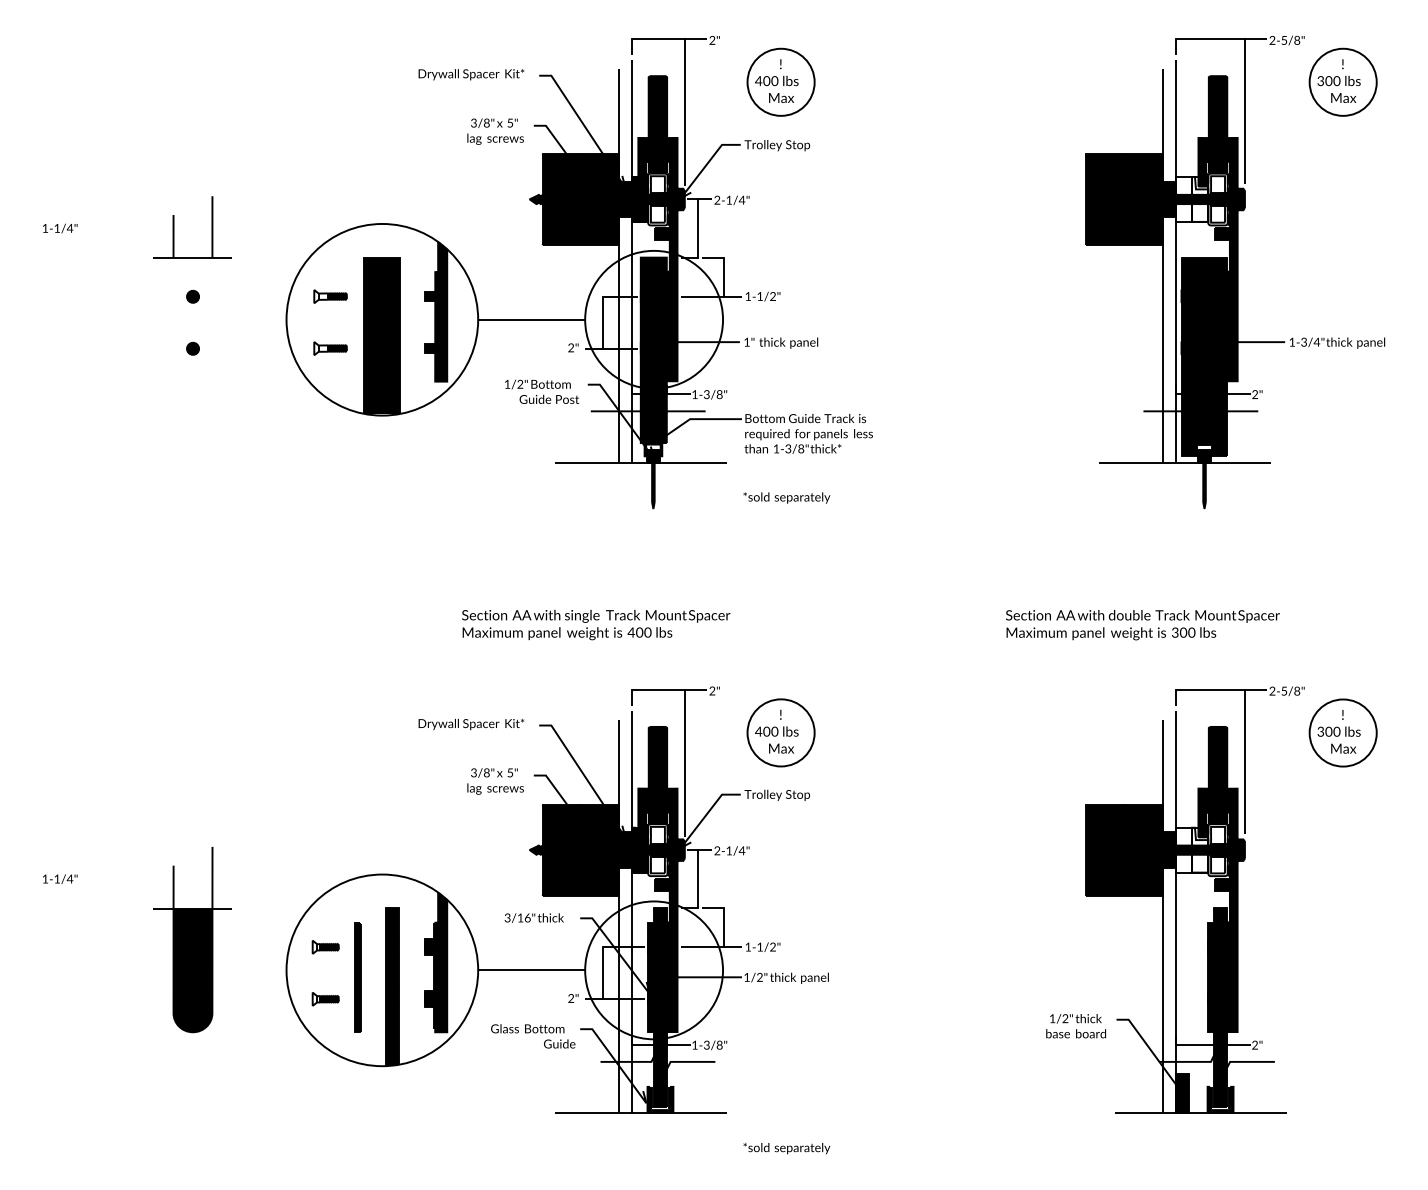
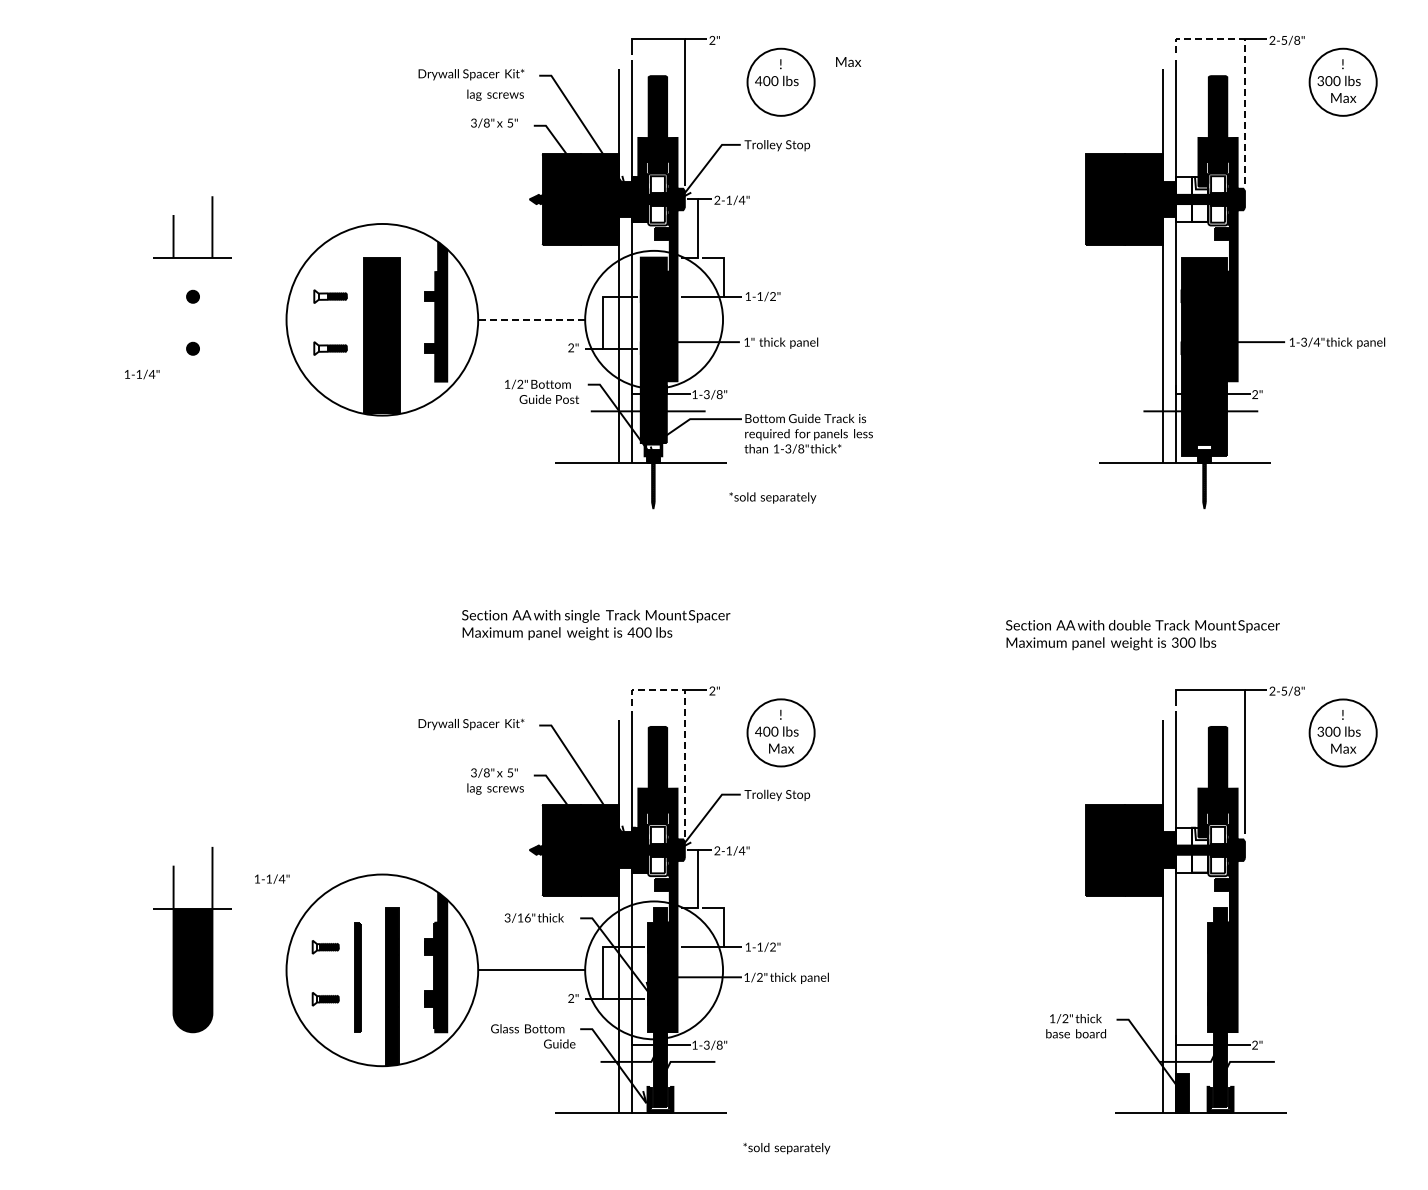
line at (1245, 67): solid -> dashed
text at (781, 97) position: (781, 97) -> (848, 61)
text at (495, 138) position: (495, 138) -> (495, 94)
text at (60, 228) position: (60, 228) -> (142, 374)
line at (531, 319): solid -> dashed
text at (786, 497) position: (786, 497) -> (772, 497)
text at (1142, 625) position: (1142, 625) -> (1142, 635)
line at (684, 727): solid -> dashed
text at (60, 878) position: (60, 878) -> (272, 878)
